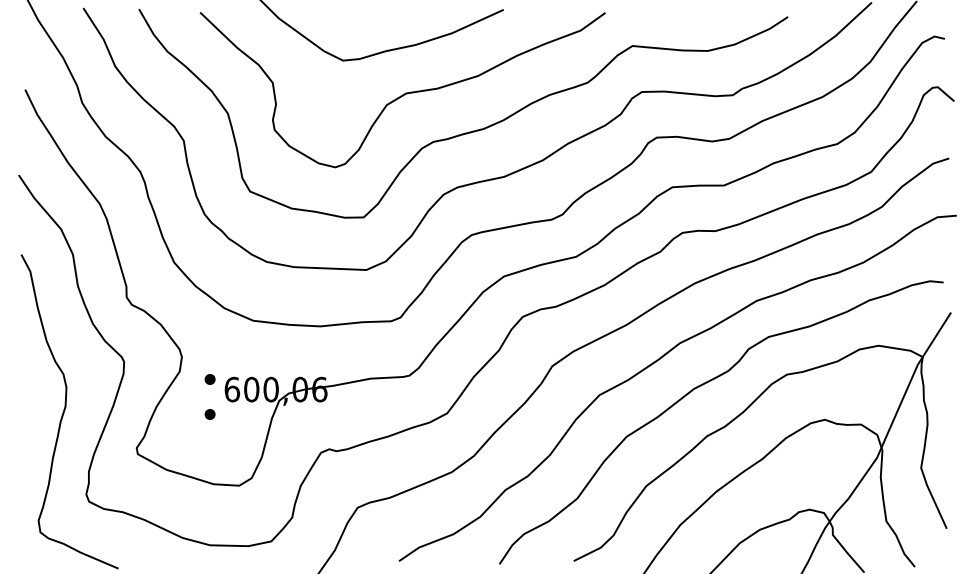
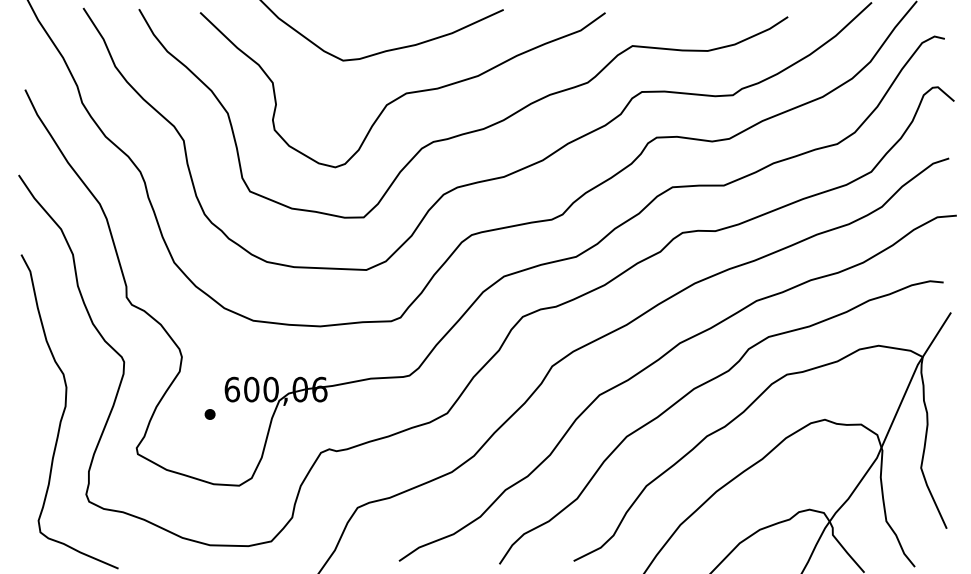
part at (209, 379): present -> none
